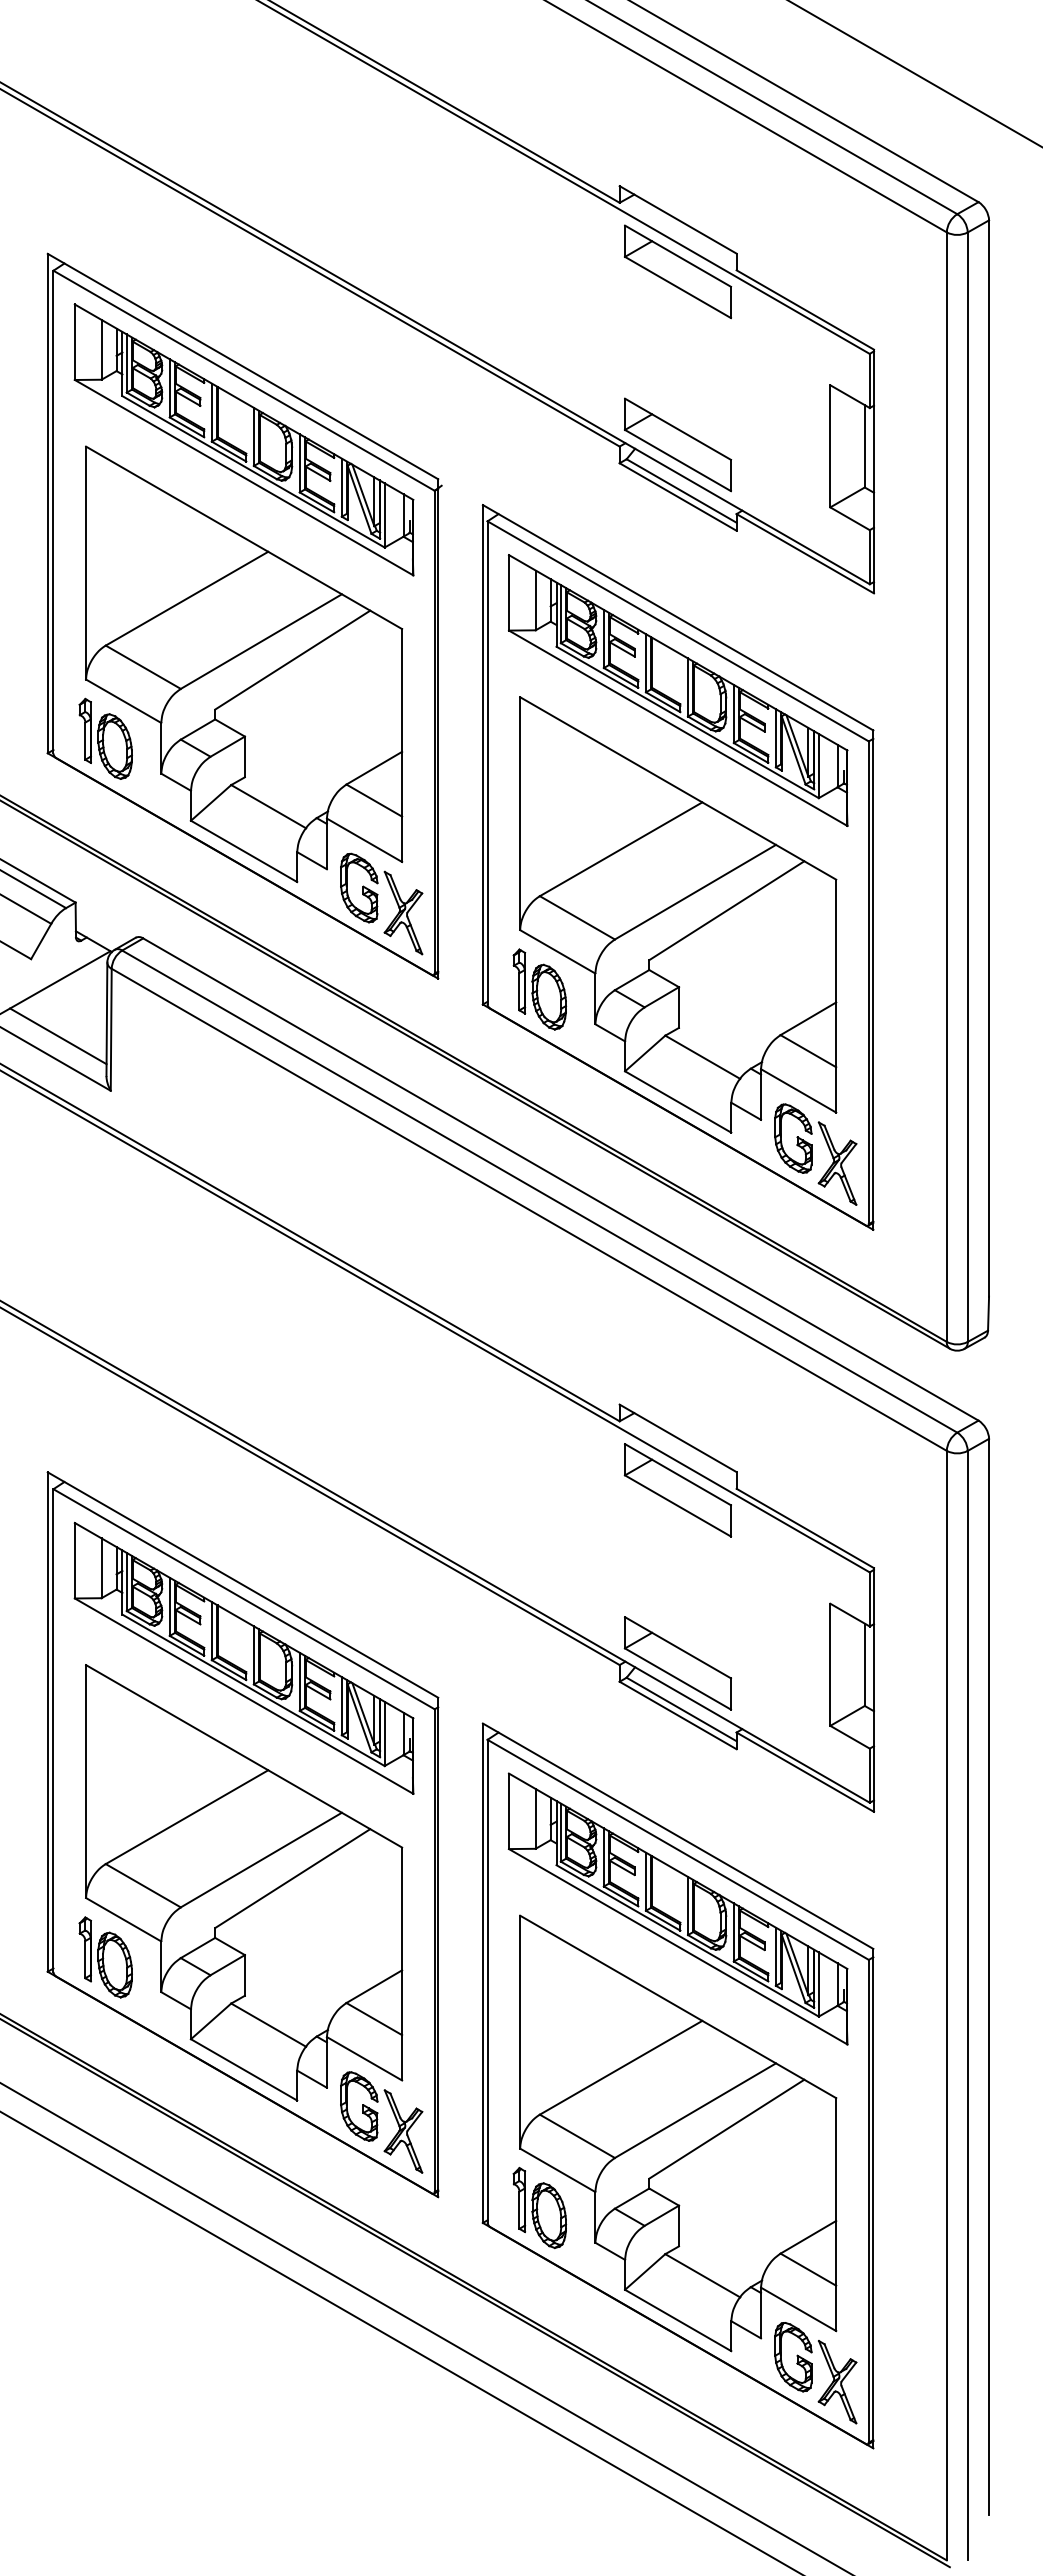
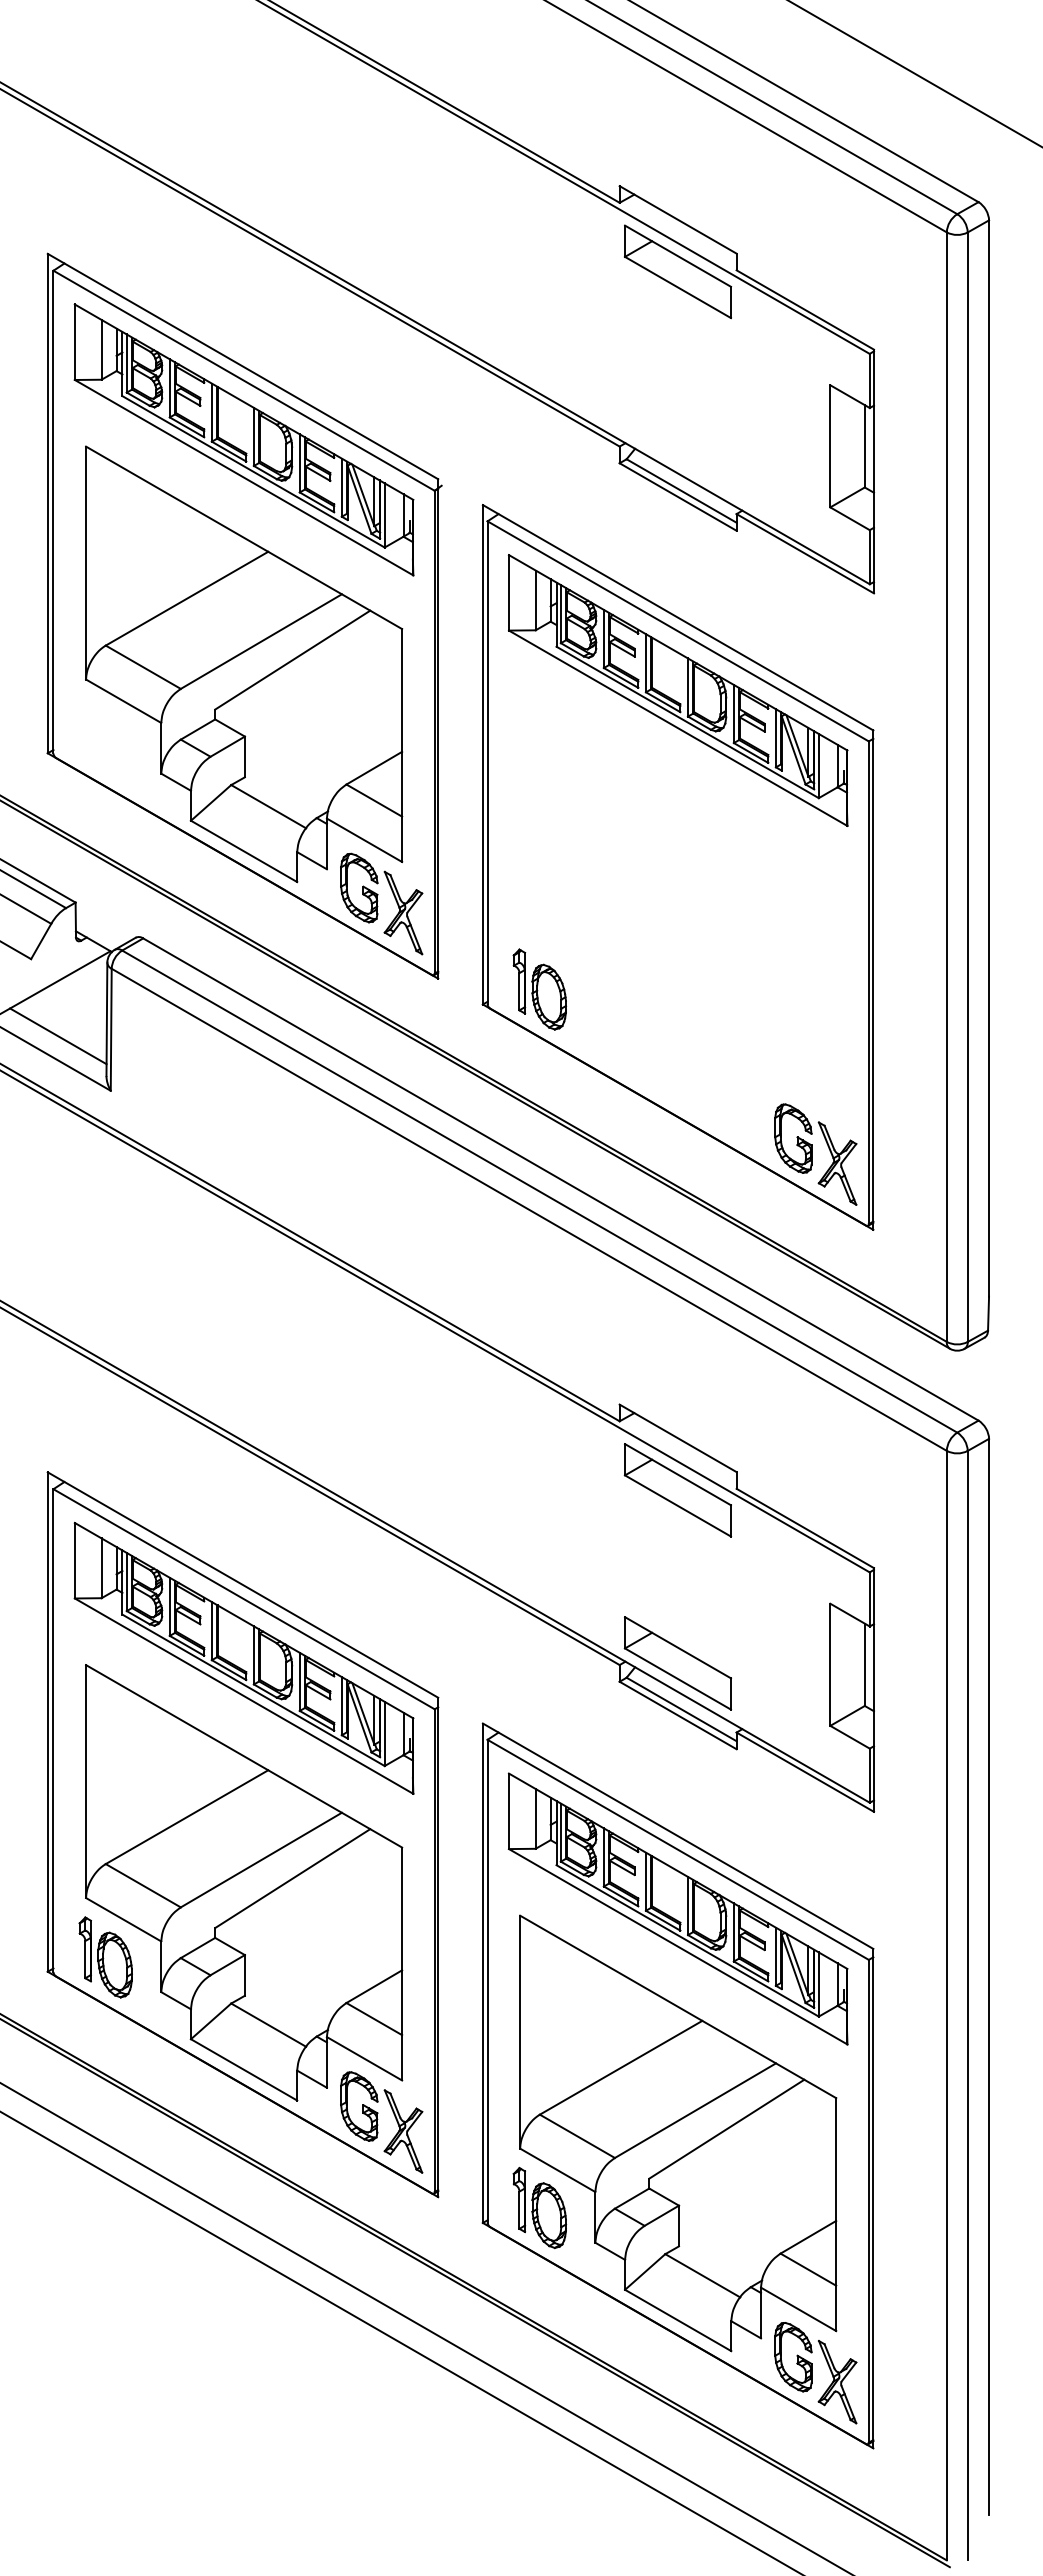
part at (678, 444): present -> none
part at (105, 738): present -> none
part at (678, 914): present -> none
